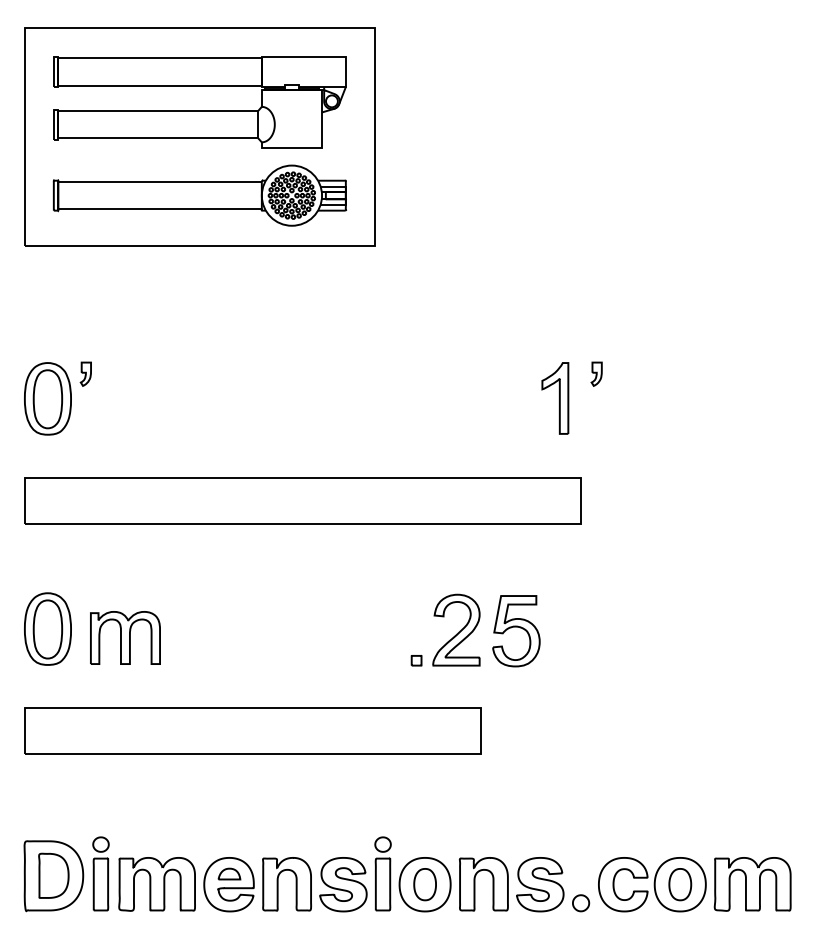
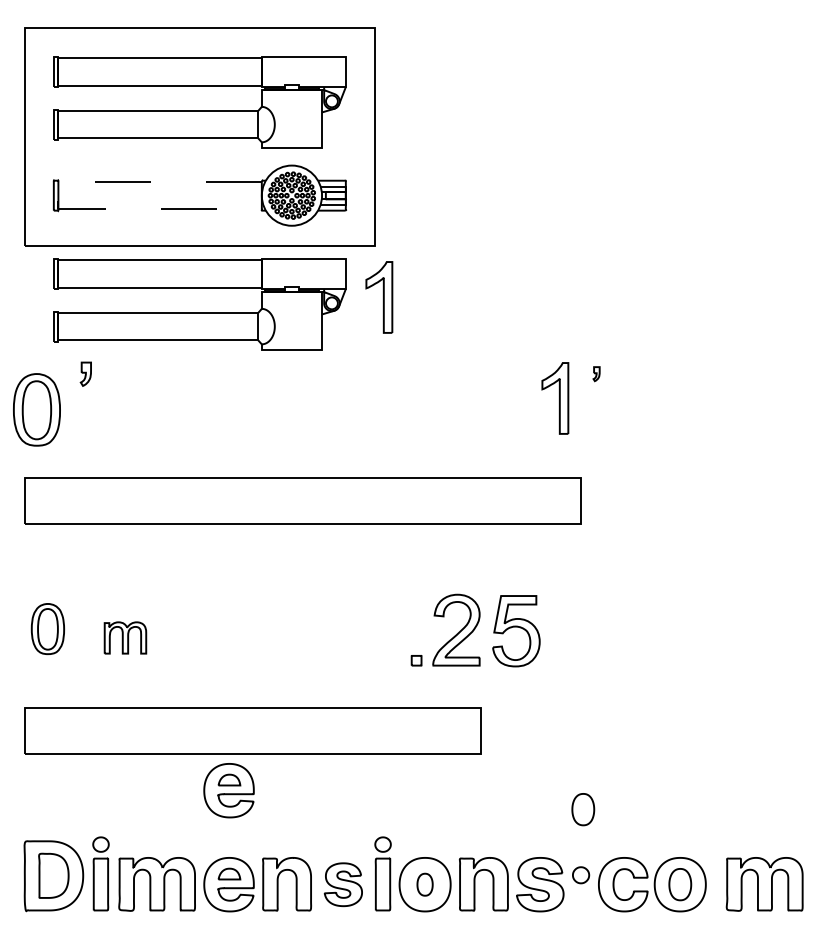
line at (58, 195): solid -> dashed
part at (379, 297): none -> present
part at (199, 312): none -> present
part at (596, 373) size: 13x26 px -> 9x17 px
part at (47, 398) position: (47, 398) -> (36, 409)
part at (47, 628) size: 48x74 px -> 35x52 px
part at (125, 637) size: 71x54 px -> 45x34 px
part at (228, 790): none -> present
part at (583, 809): none -> present
part at (343, 884) size: 49x56 px -> 40x46 px
part at (424, 884) size: 24x34 px -> 18x25 px
part at (752, 884) position: (752, 884) -> (764, 884)
part at (581, 903) position: (581, 903) -> (581, 875)
